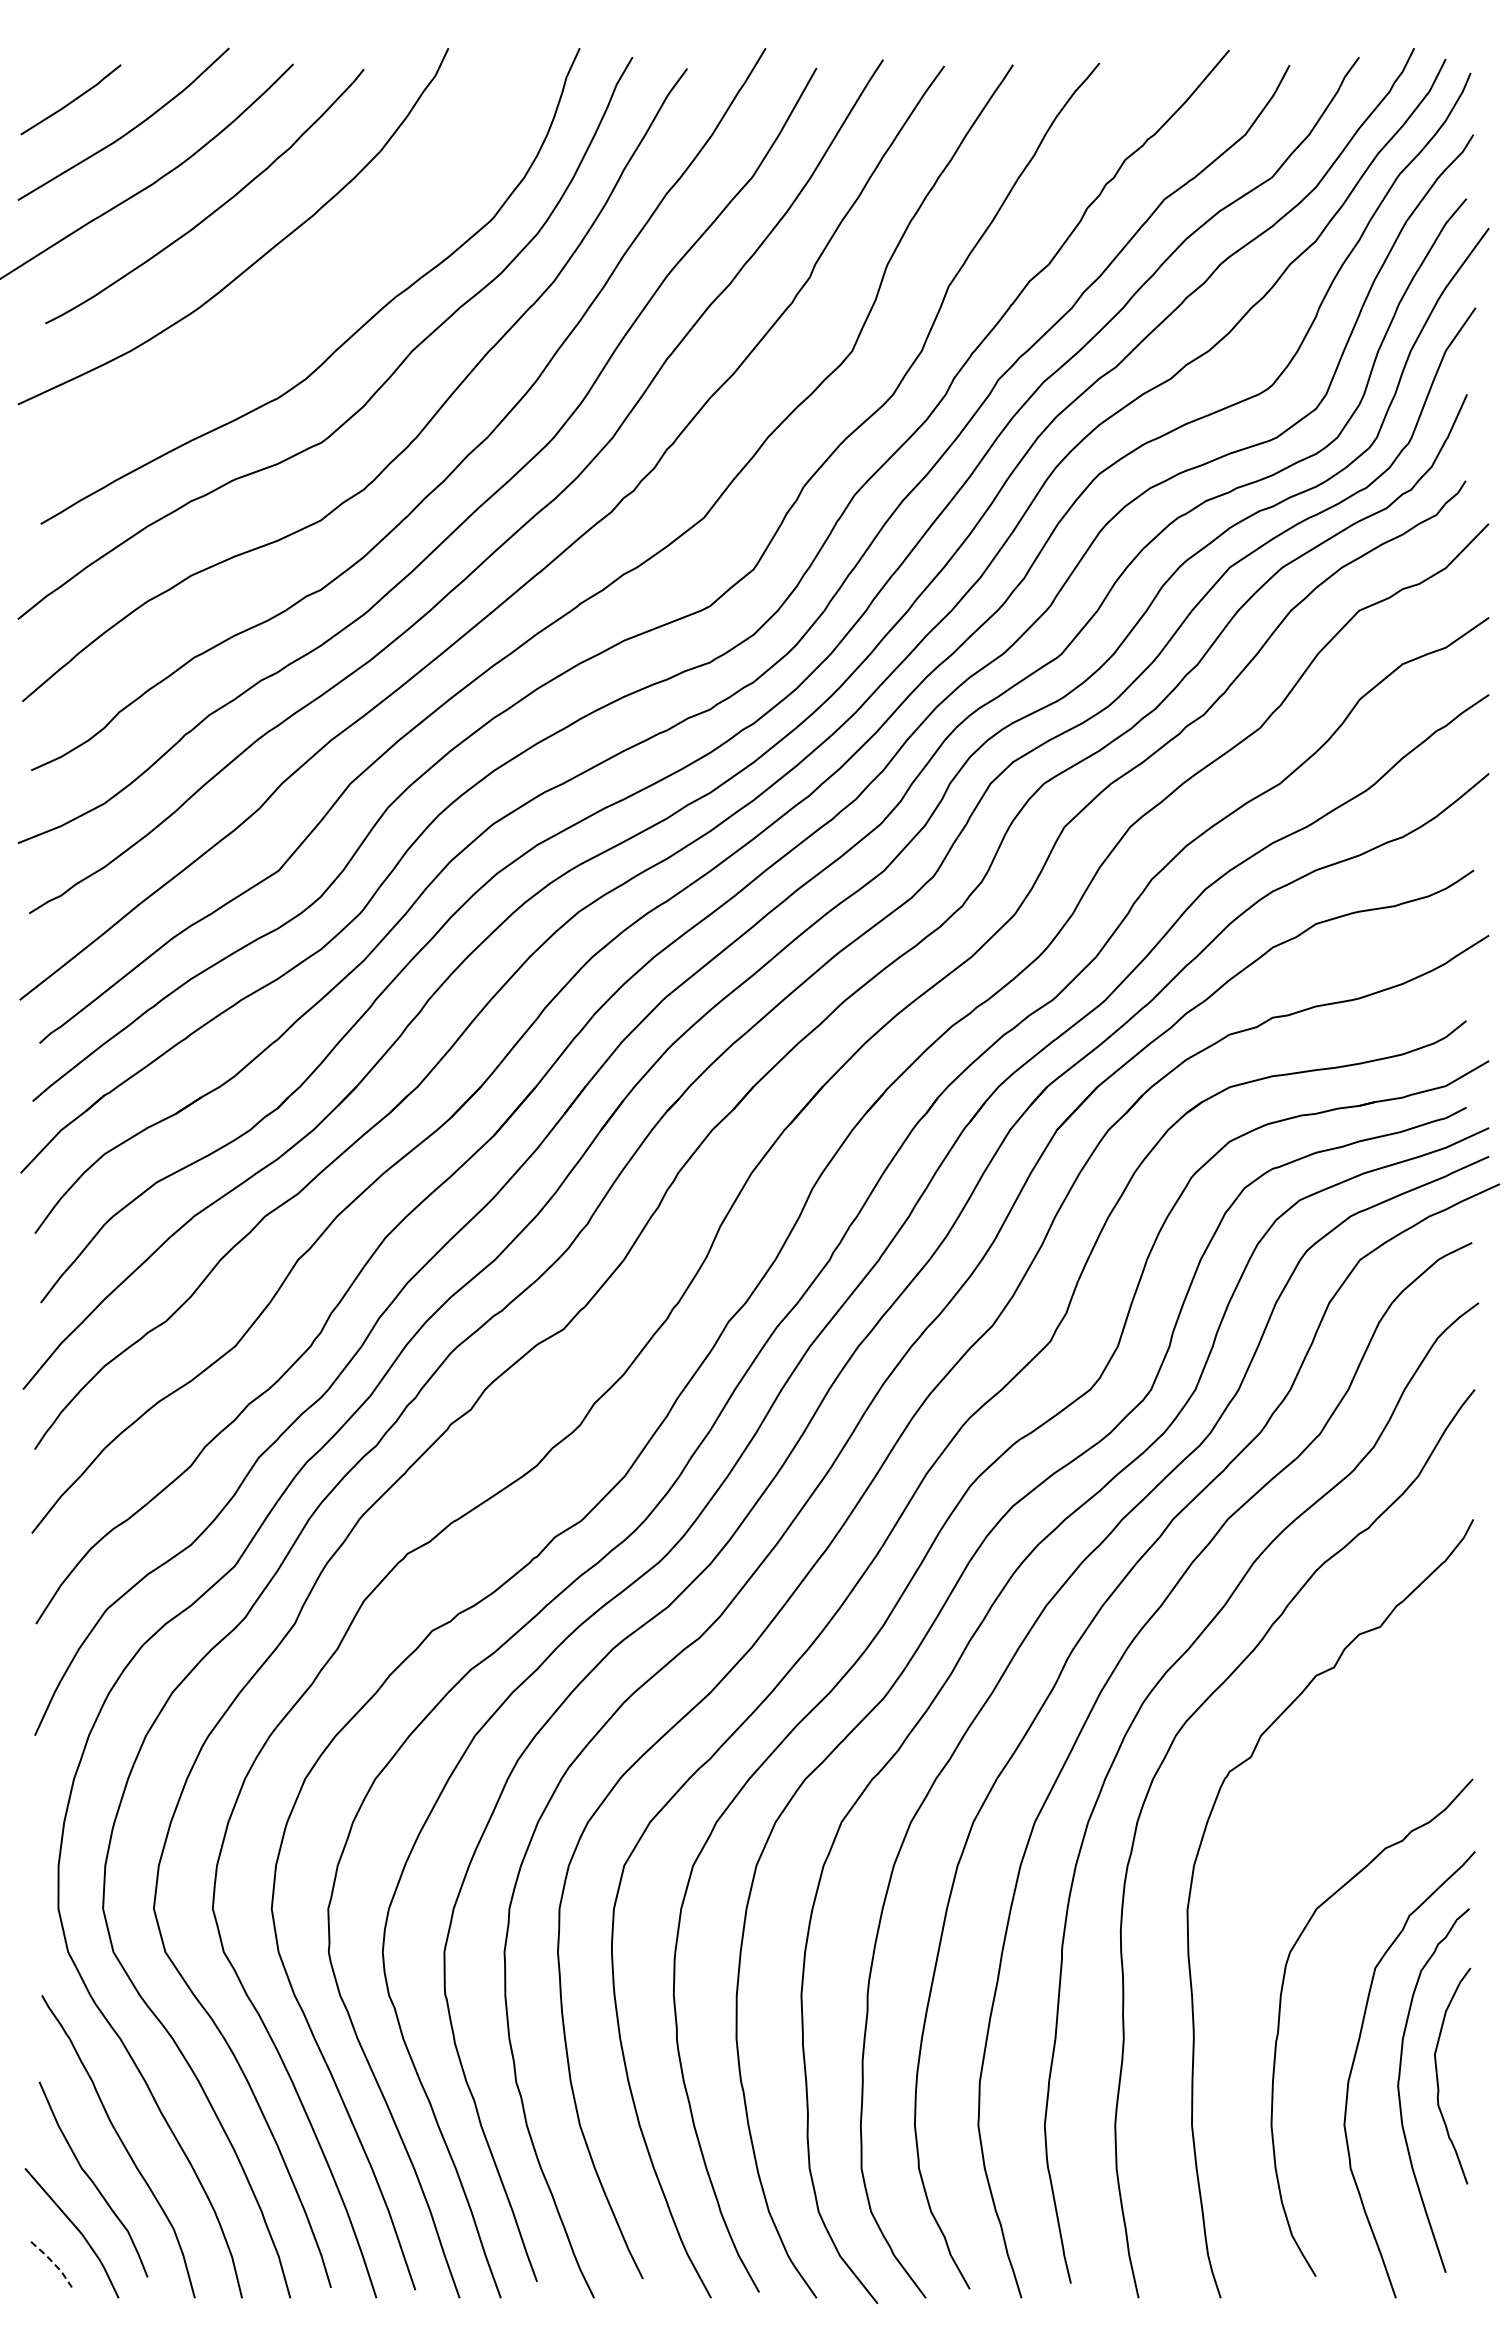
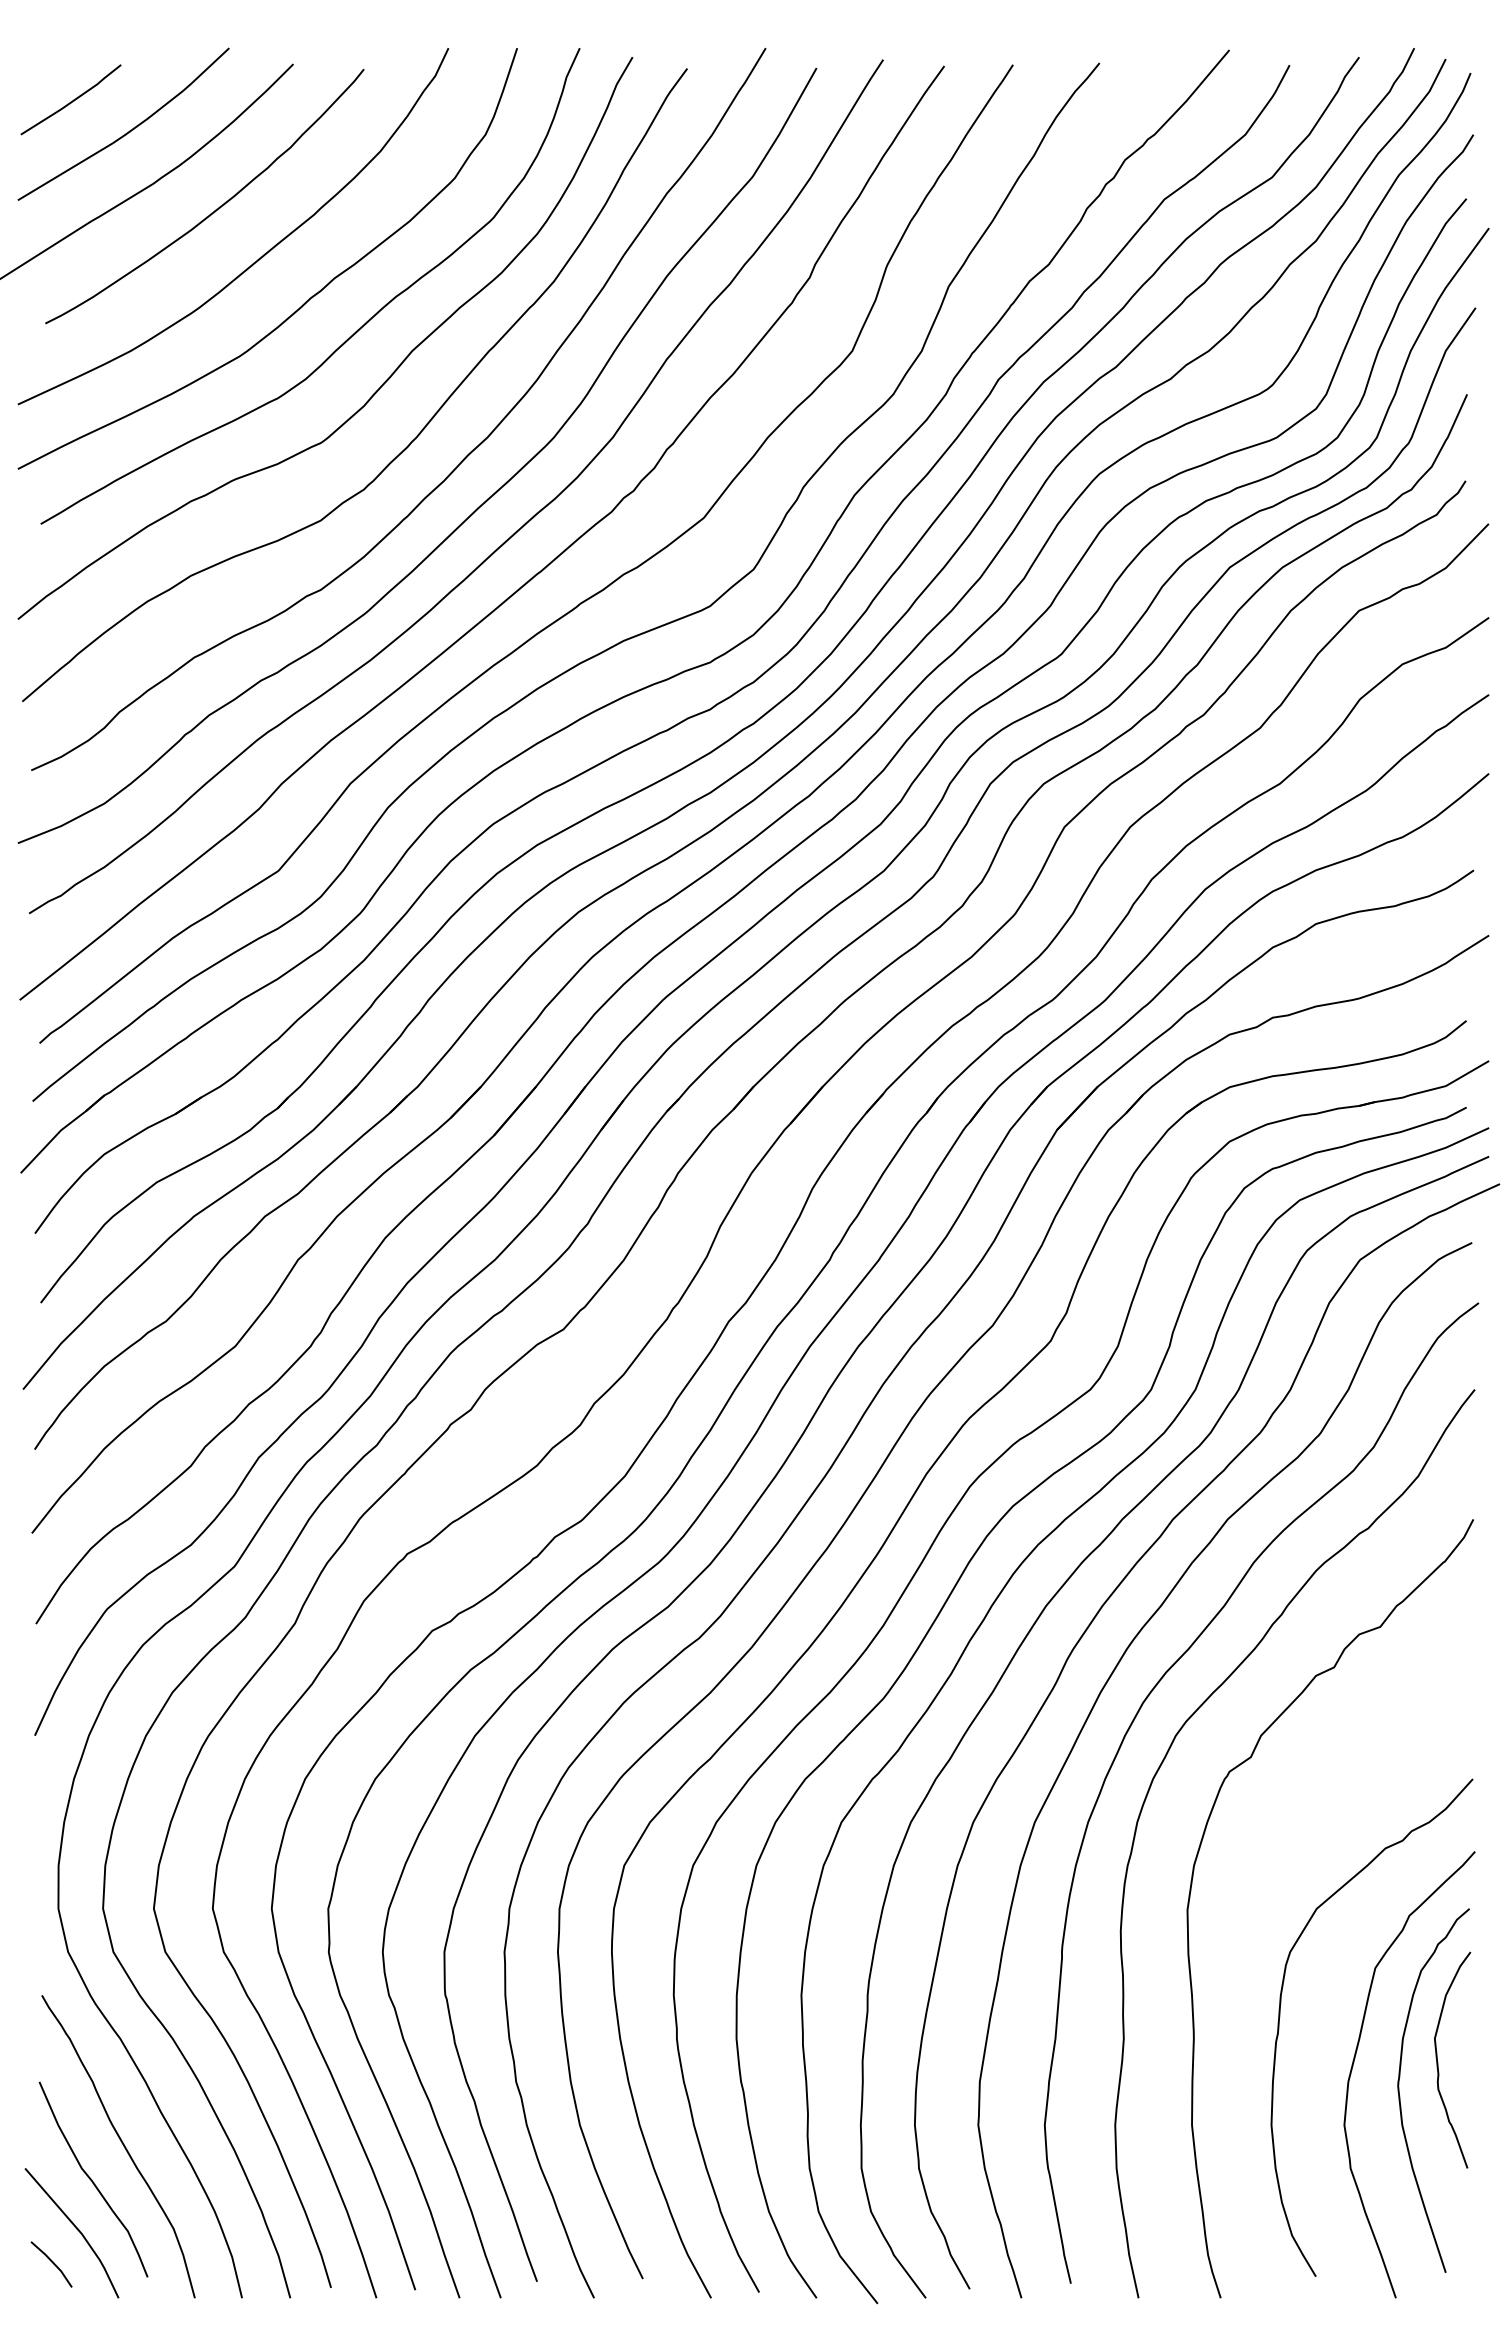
curve at (306, 300): none -> present
curve at (1438, 2078) position: (1438, 2078) -> (1438, 2062)
line at (53, 2263): dashed -> solid
